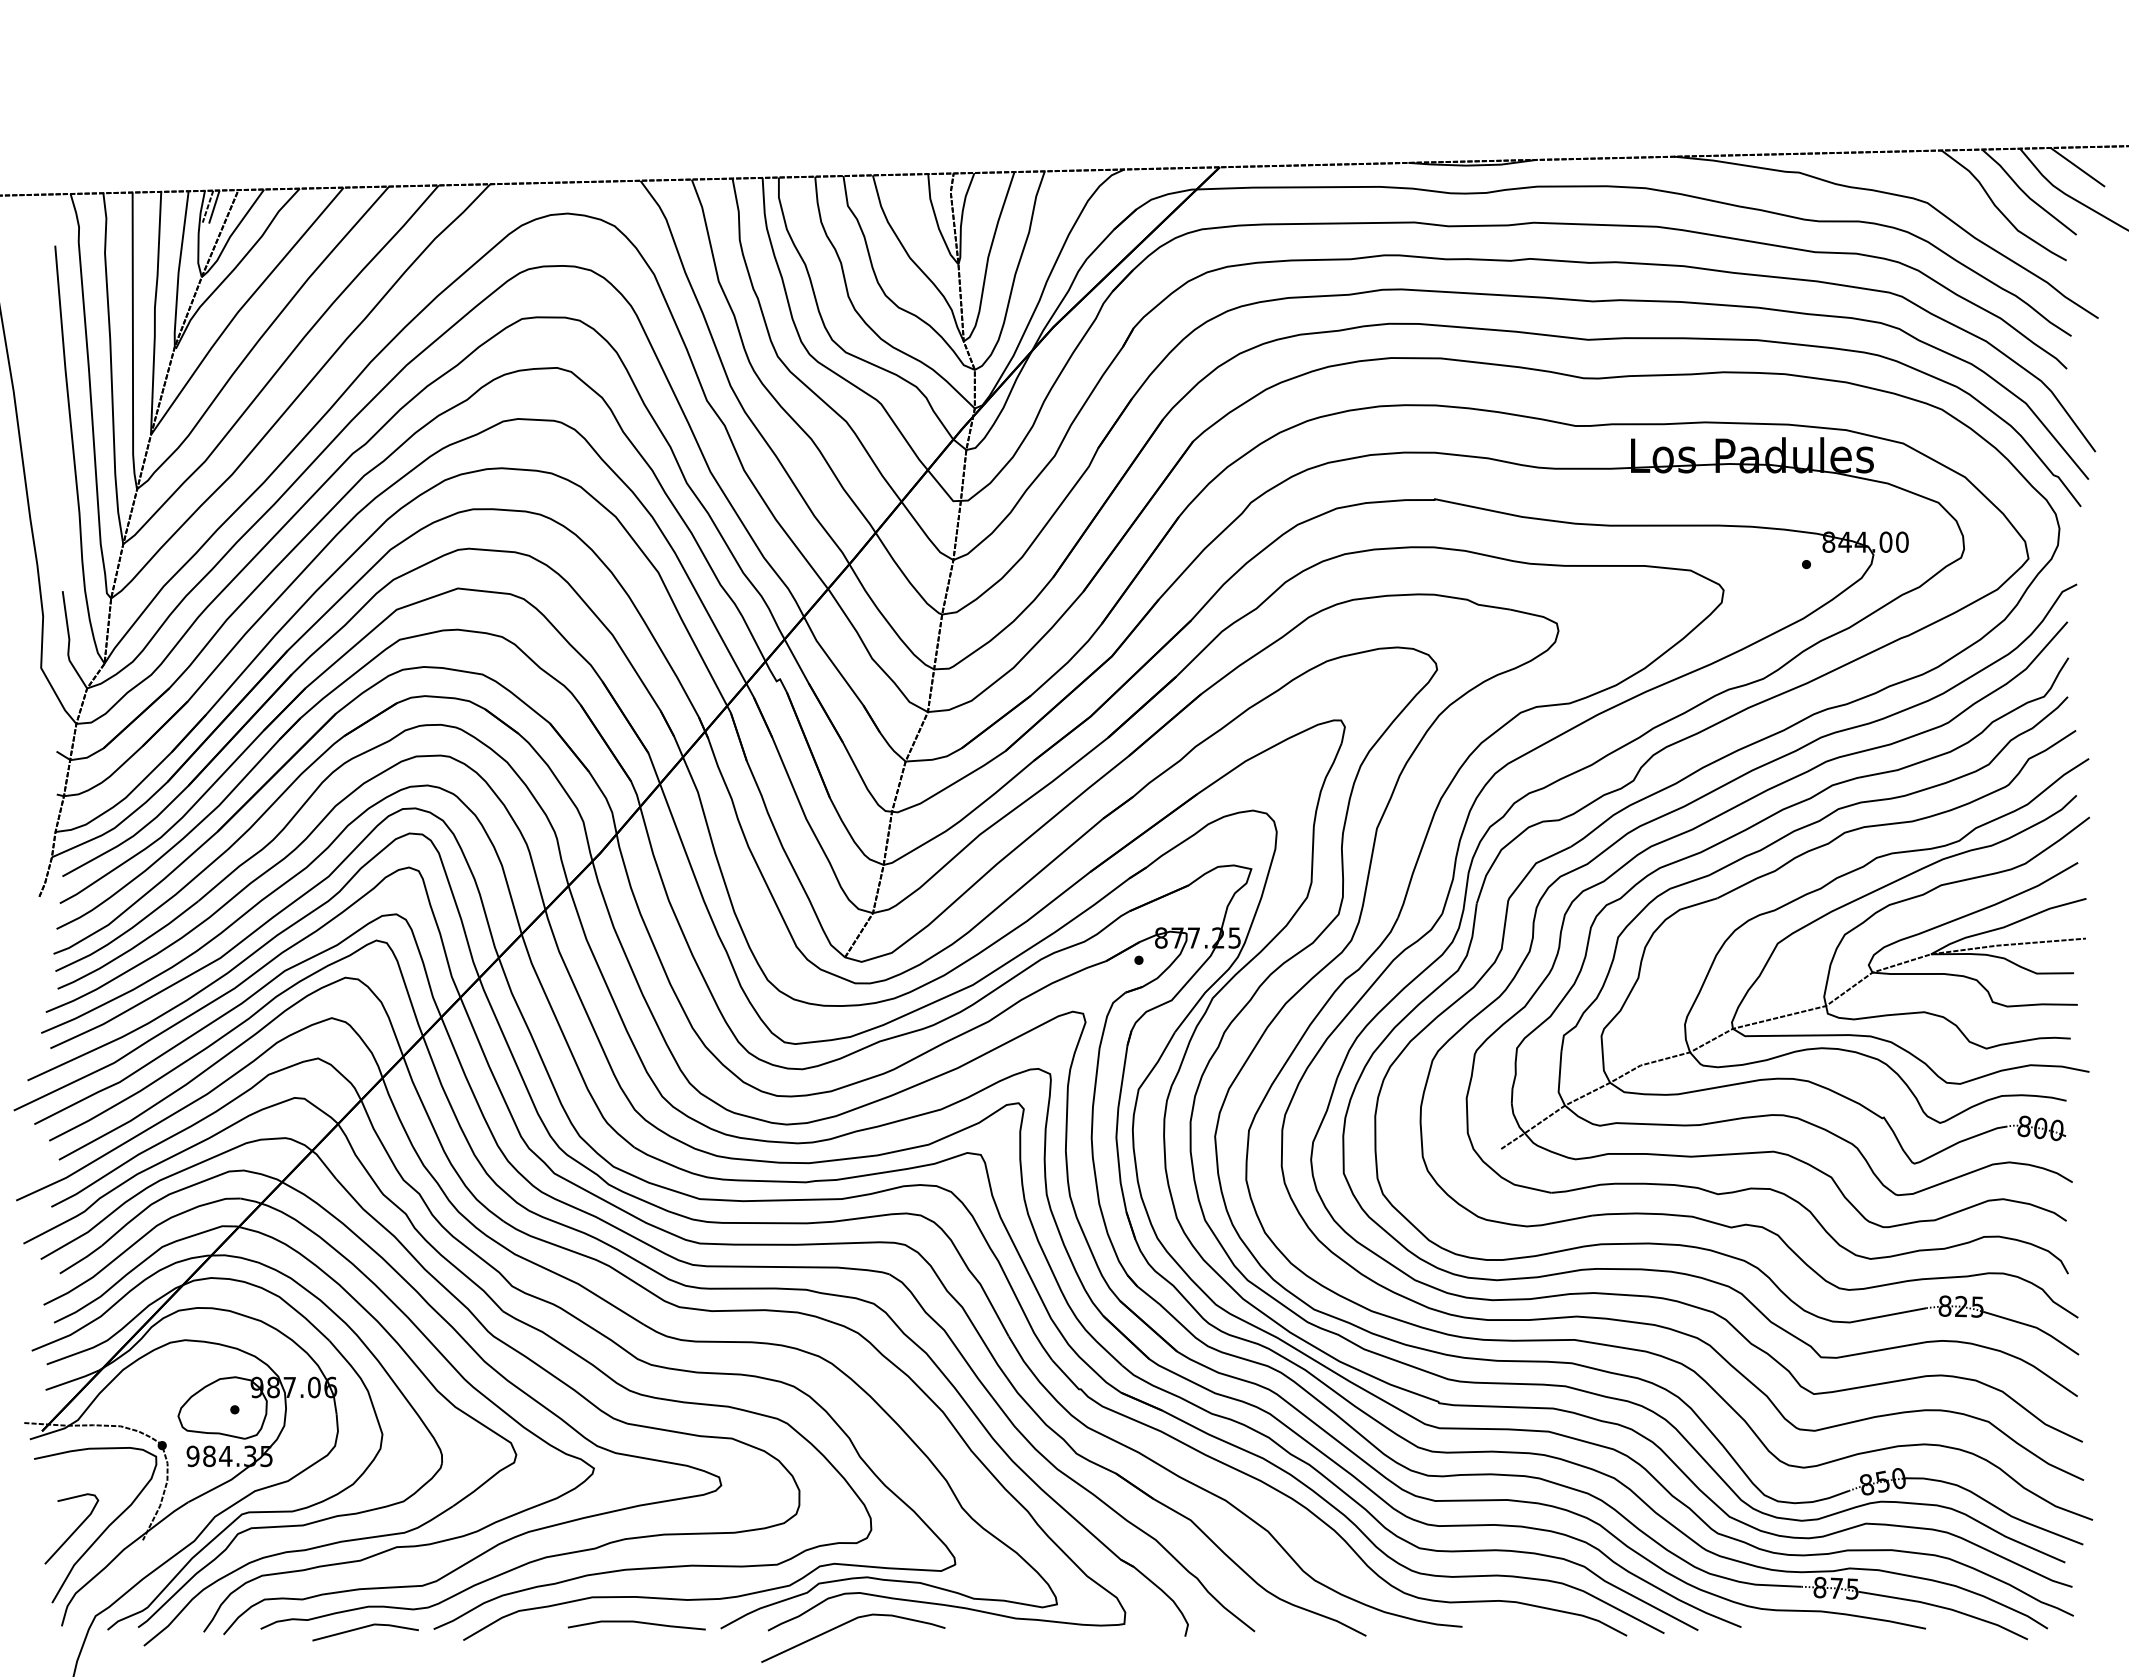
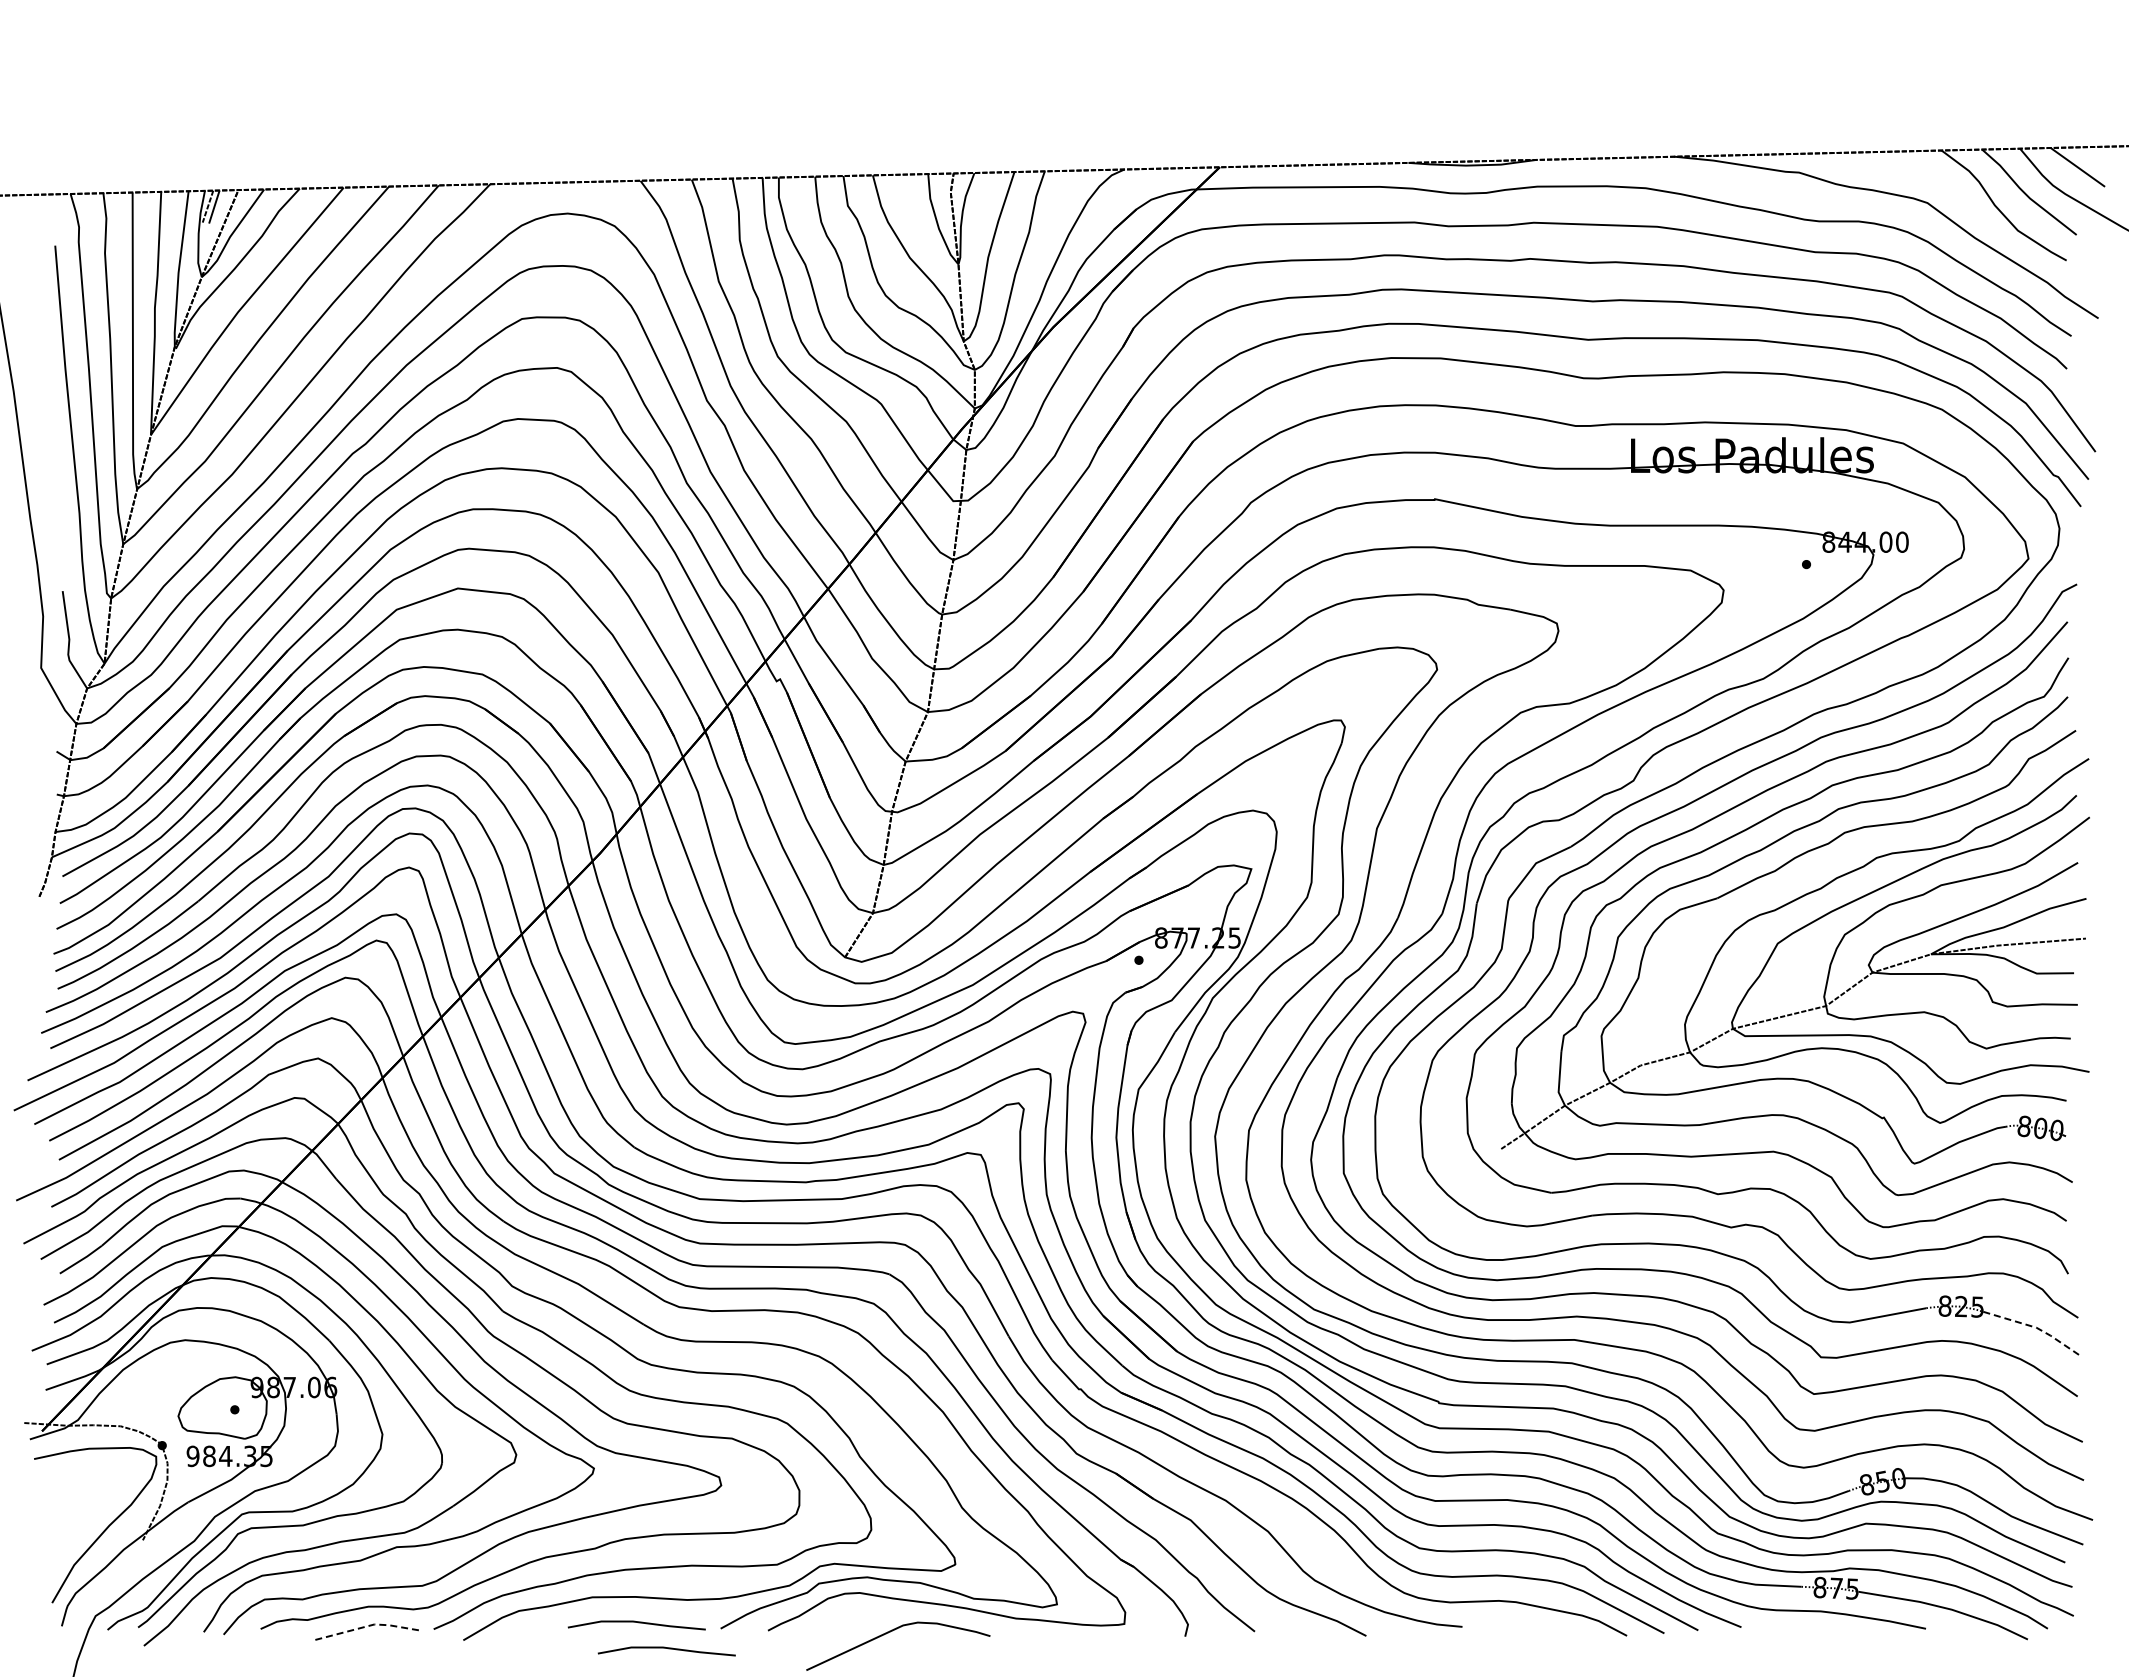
line at (2035, 1327): solid -> dashed
curve at (74, 1530): present -> none
curve at (847, 1623) position: (847, 1623) -> (892, 1631)
line at (365, 1626): solid -> dashed
line at (668, 1649): none -> present
